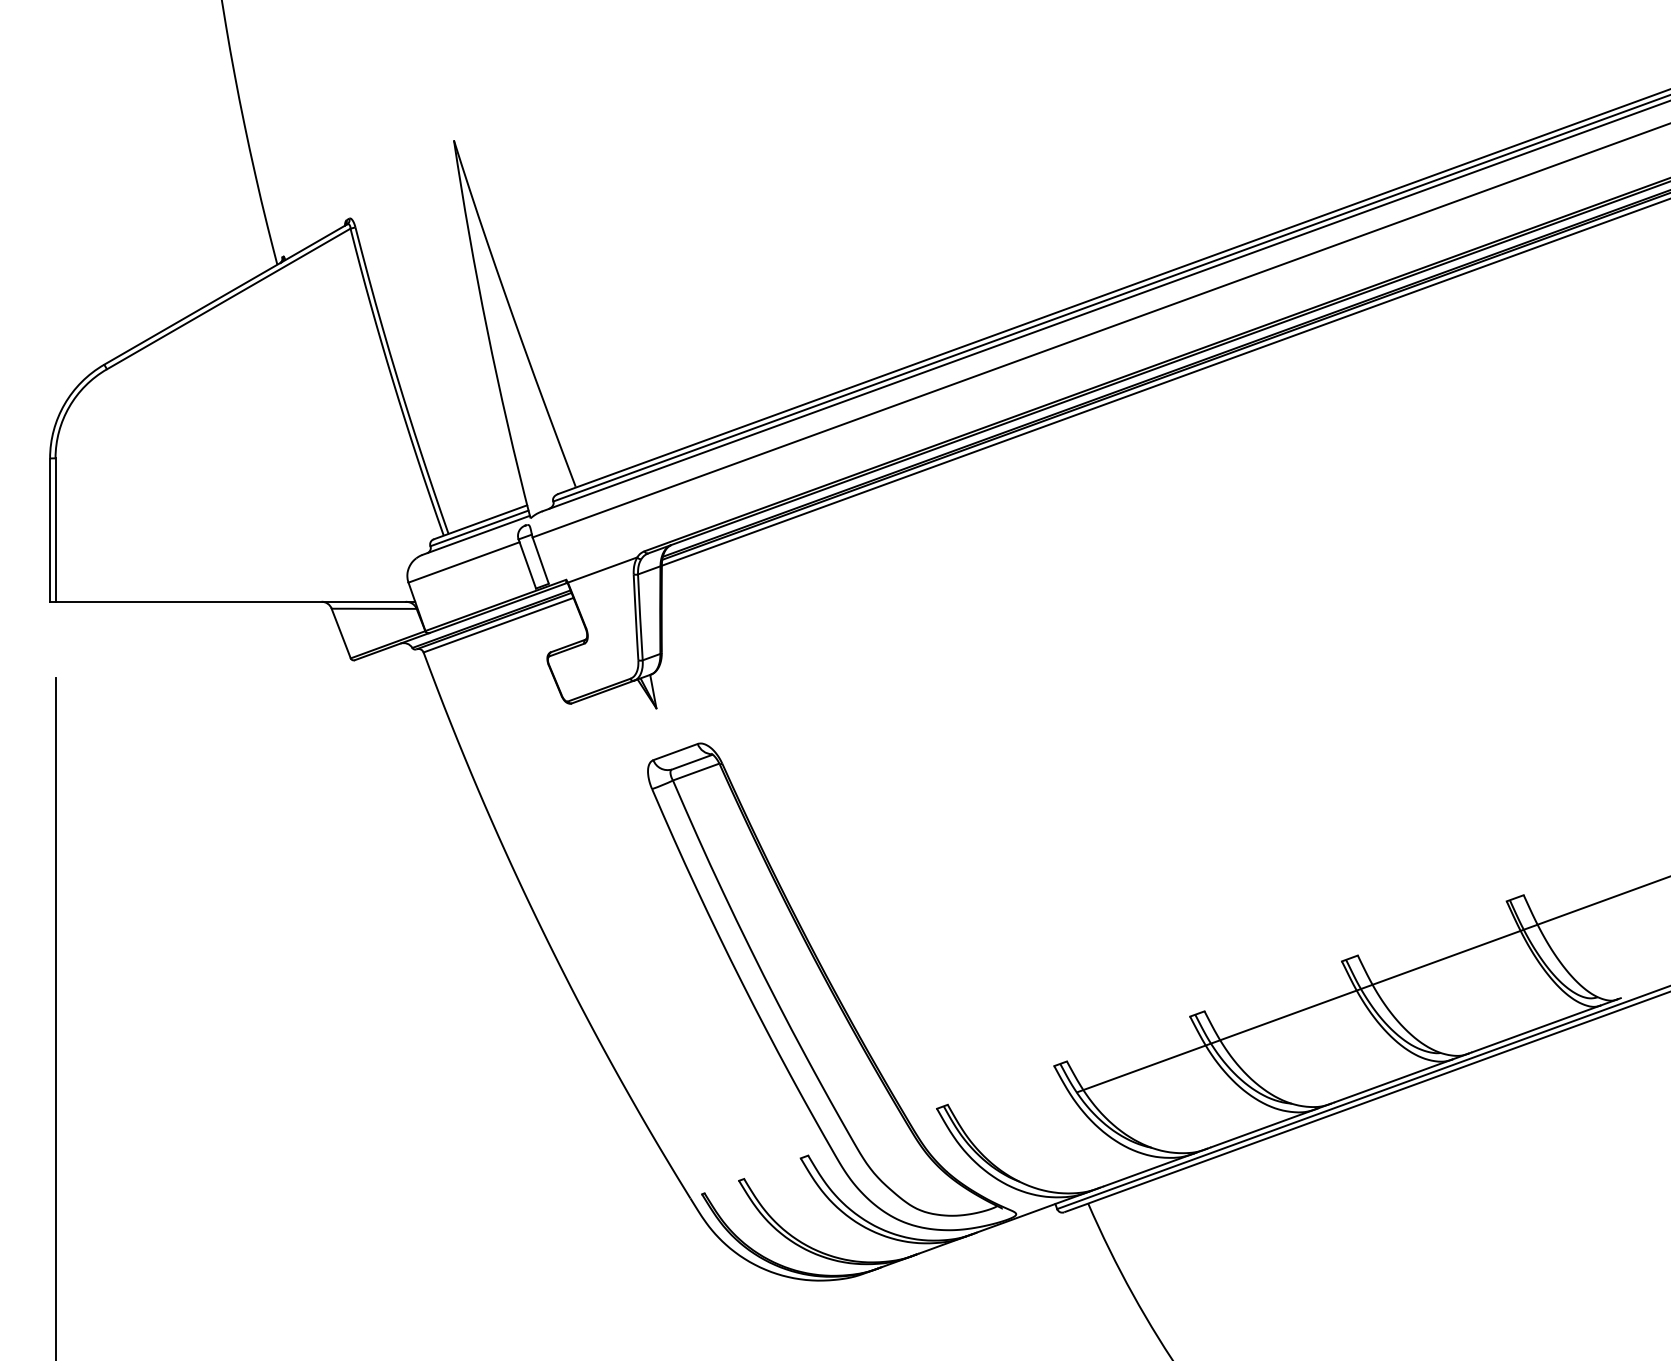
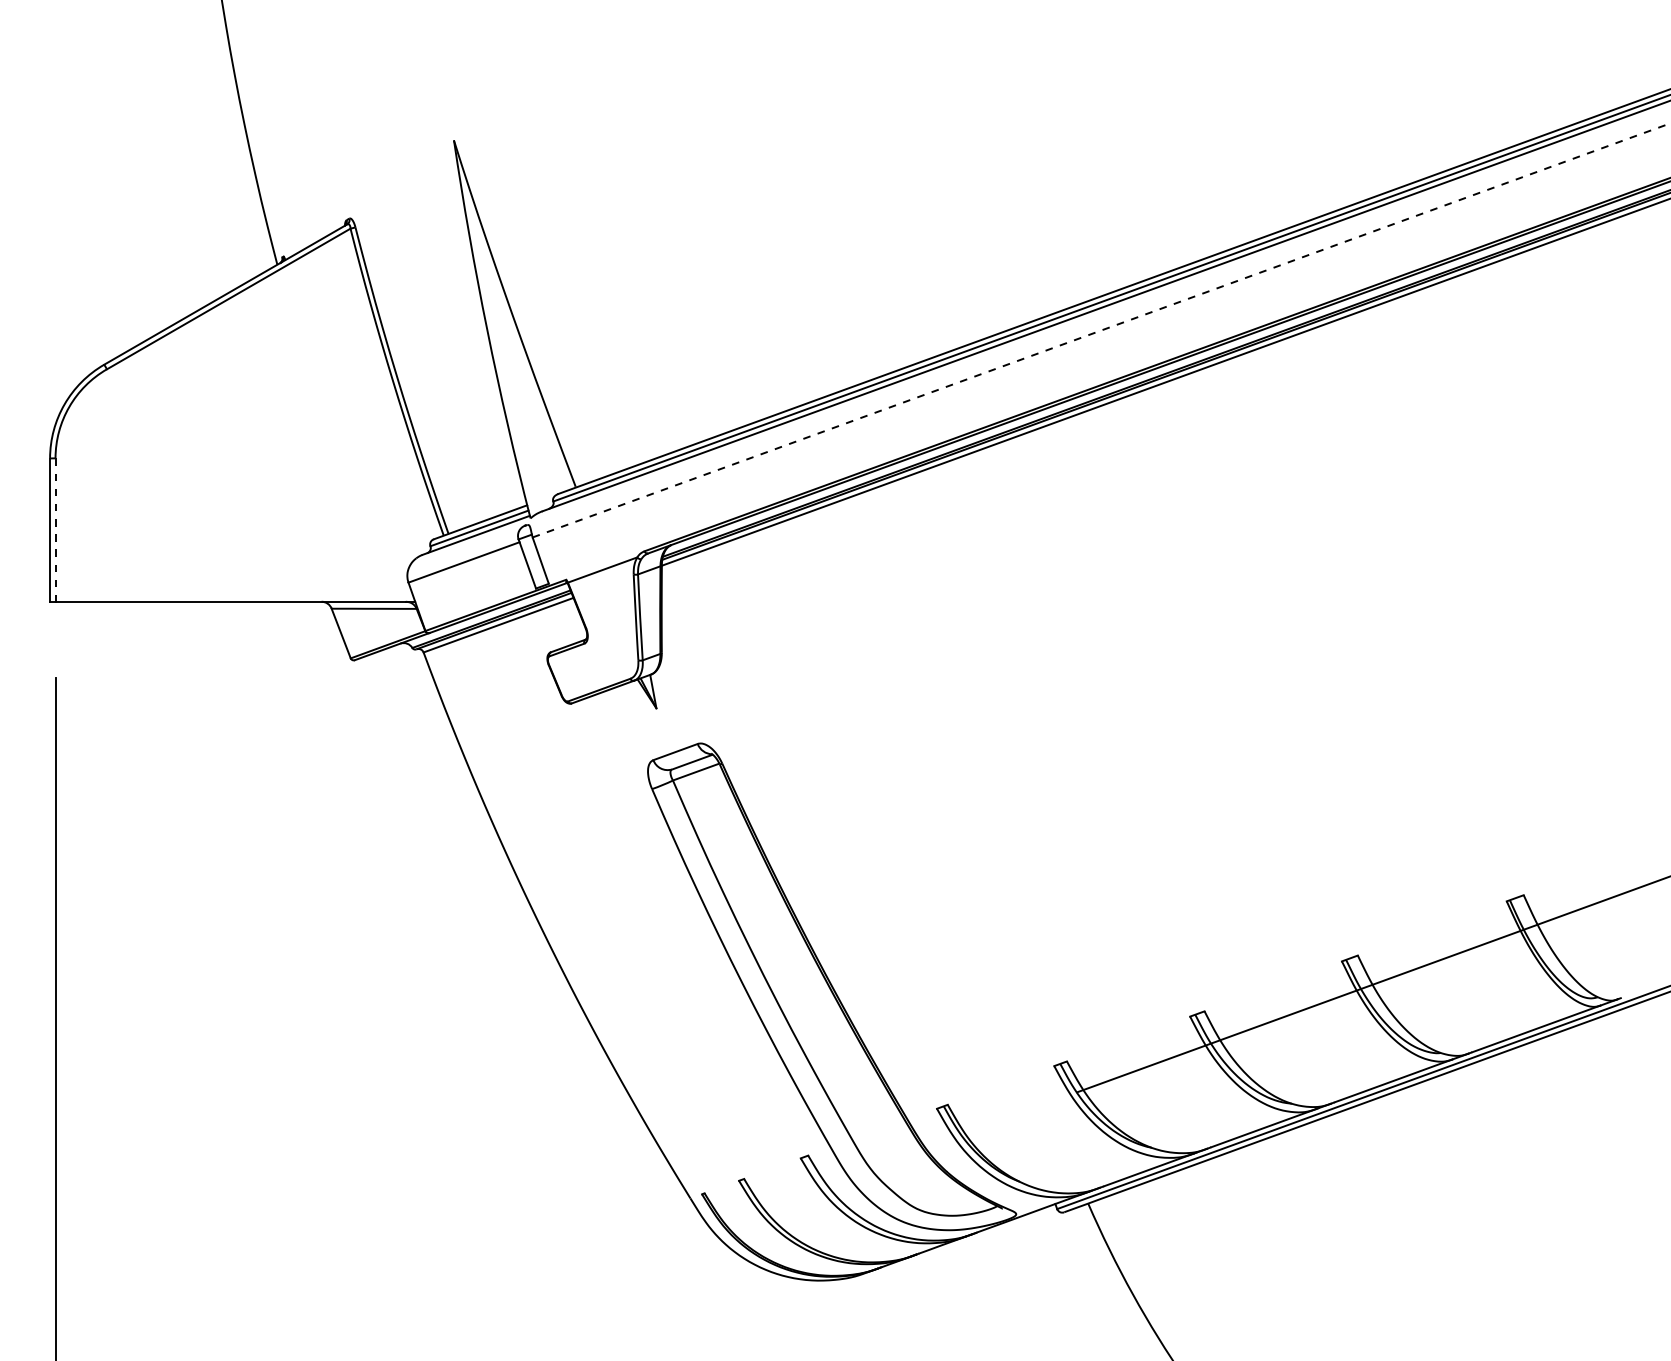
line at (1101, 330): solid -> dashed
line at (55, 530): solid -> dashed
